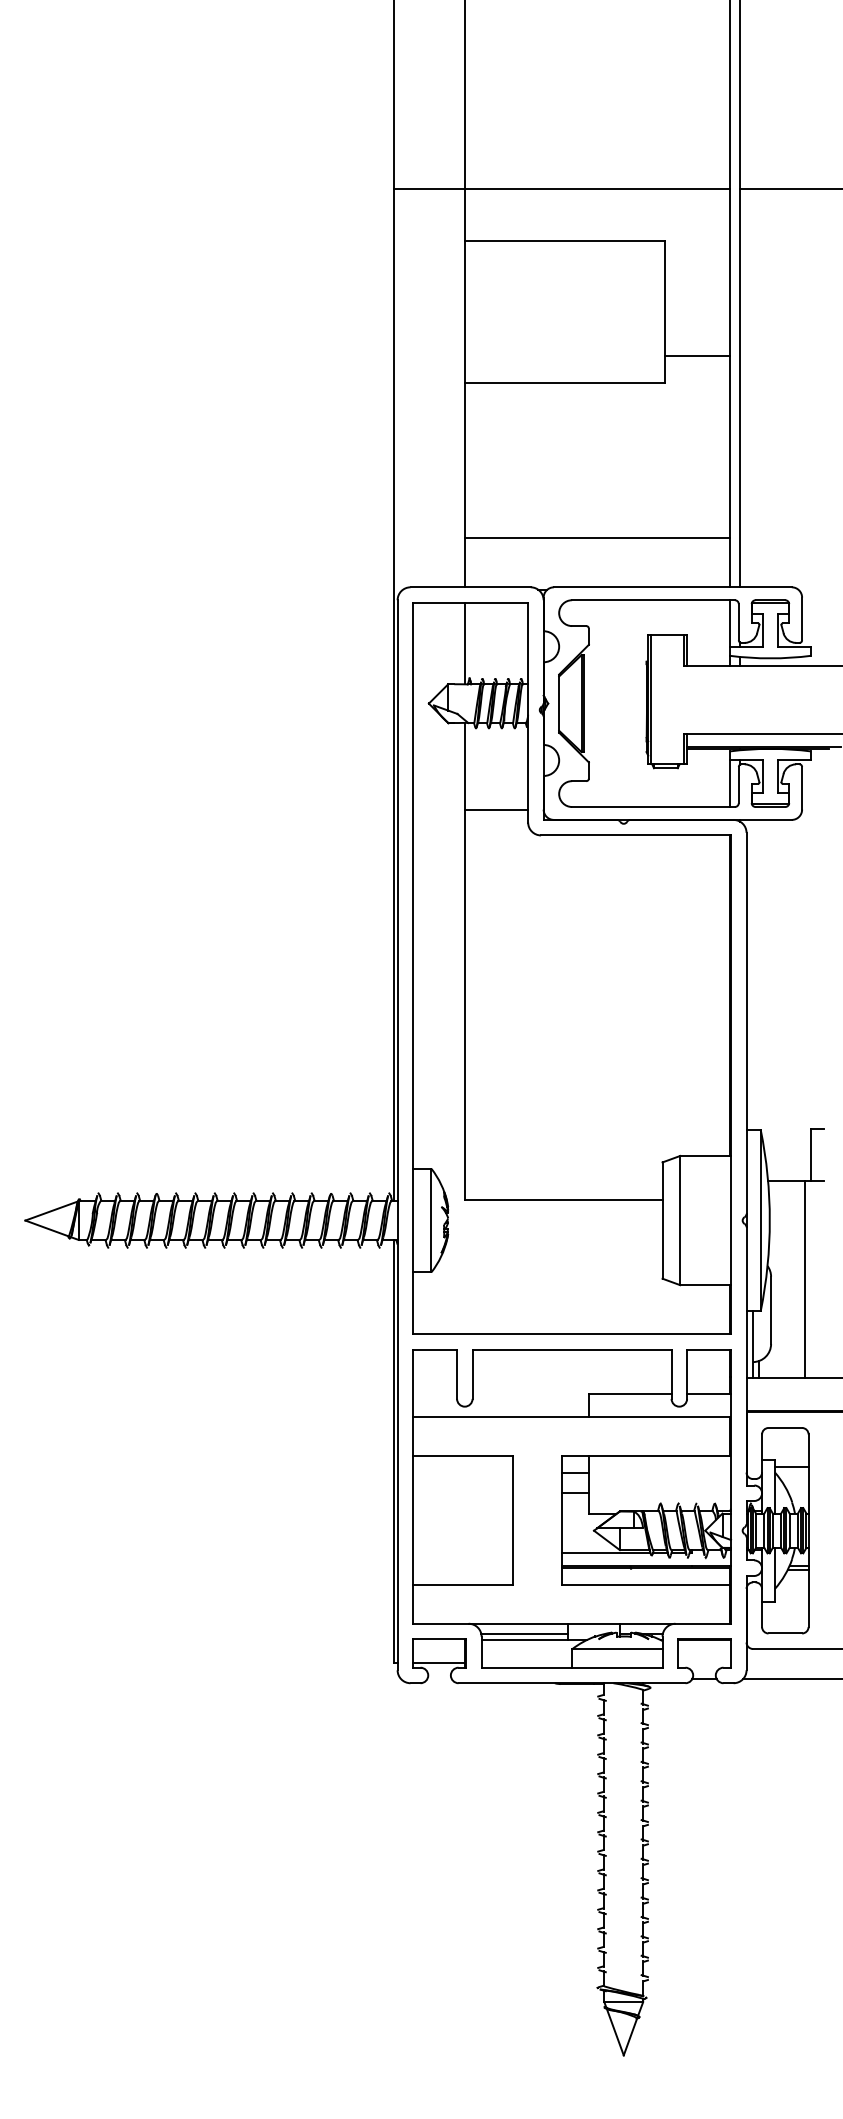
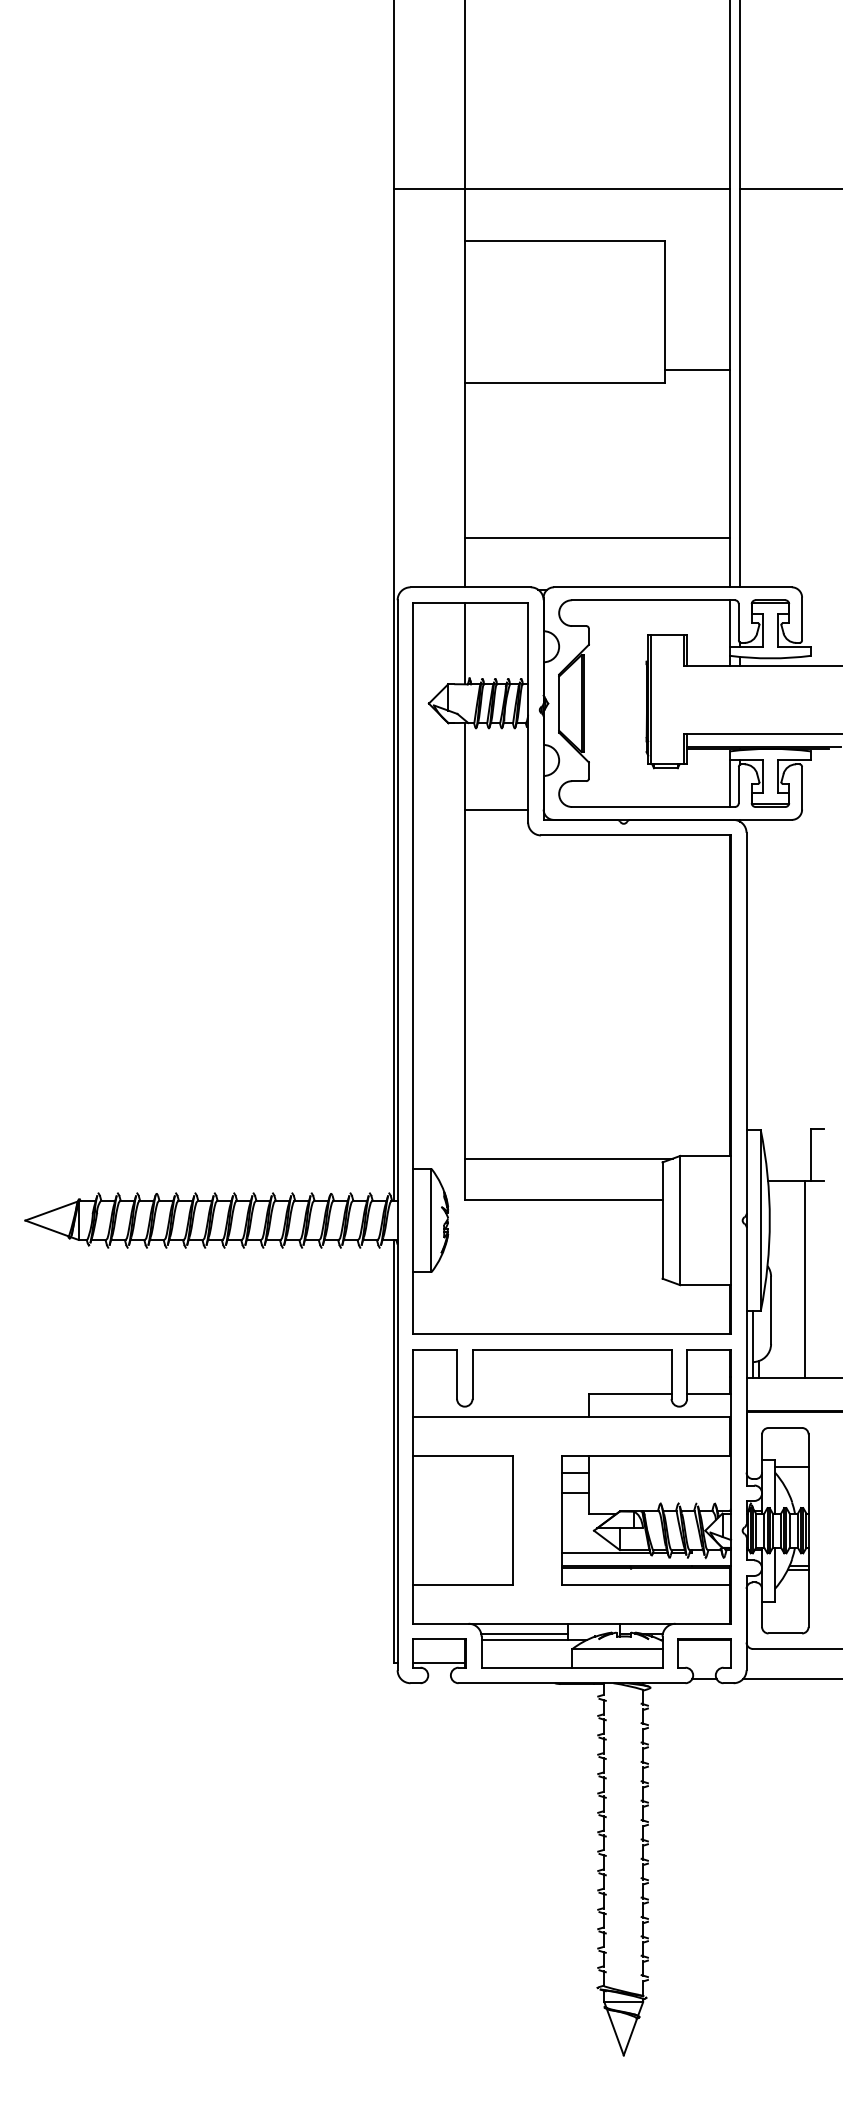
line at (697, 356) position: (697, 356) -> (697, 370)
line at (568, 1158): none -> present
